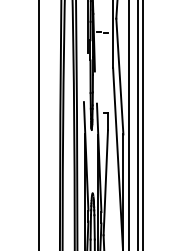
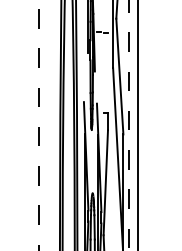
line at (143, 124): present -> none
line at (38, 125): solid -> dashed
line at (128, 126): solid -> dashed
